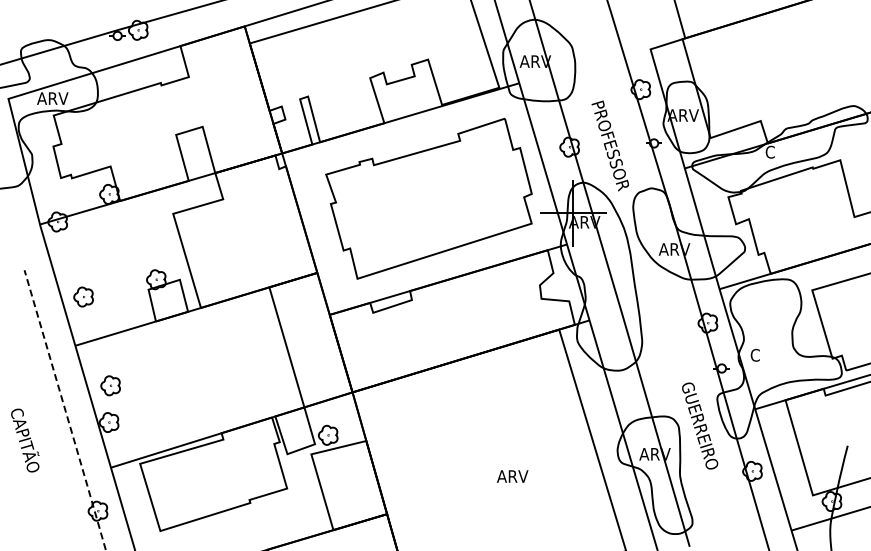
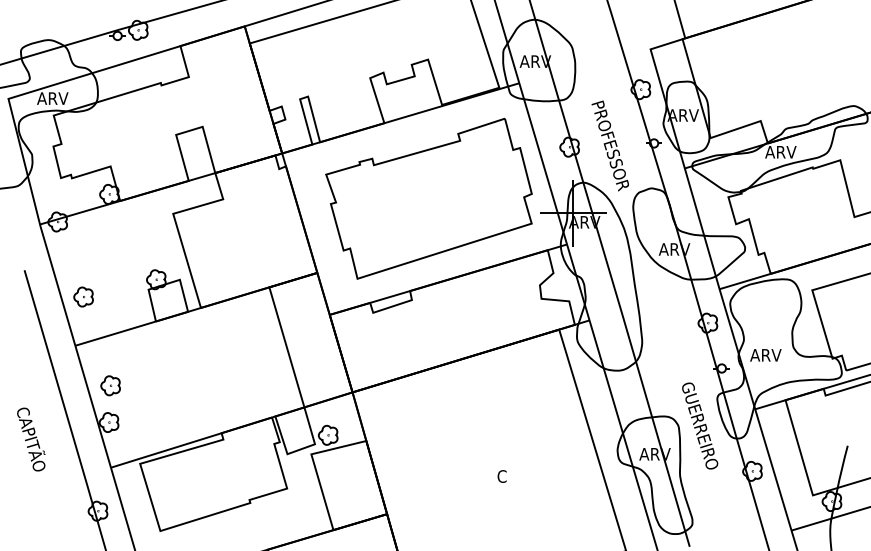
text at (780, 151): C -> ARV
text at (765, 354): C -> ARV
line at (65, 410): dashed -> solid
text at (25, 440) position: (25, 440) -> (31, 439)
text at (512, 476): ARV -> C
